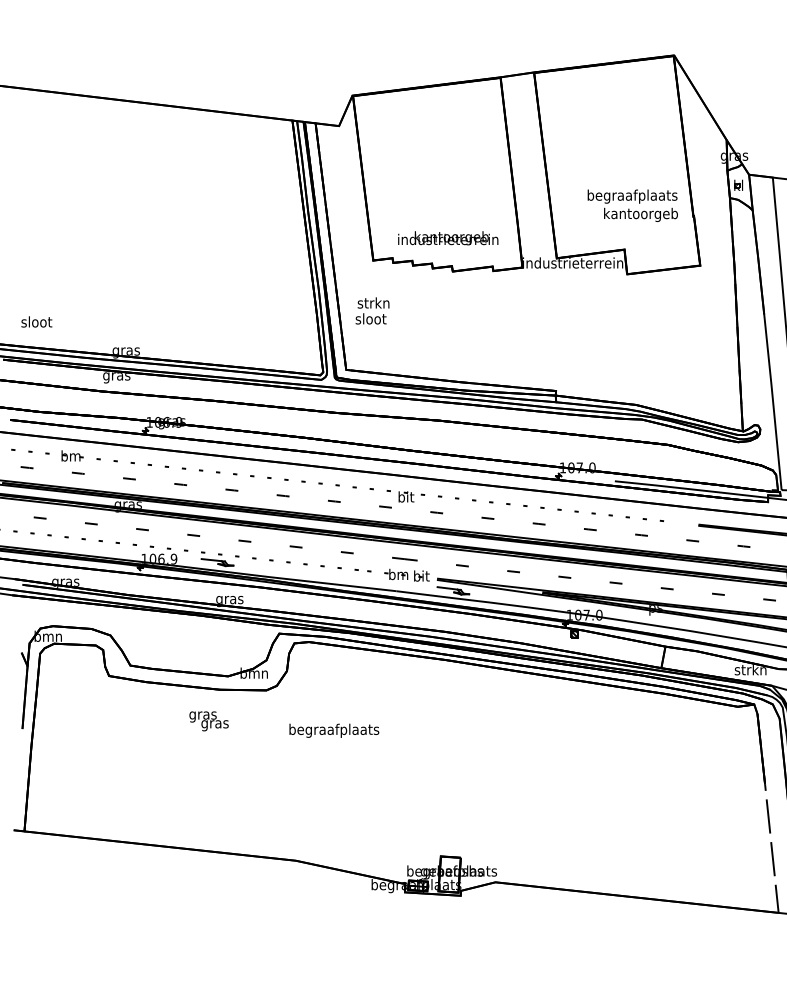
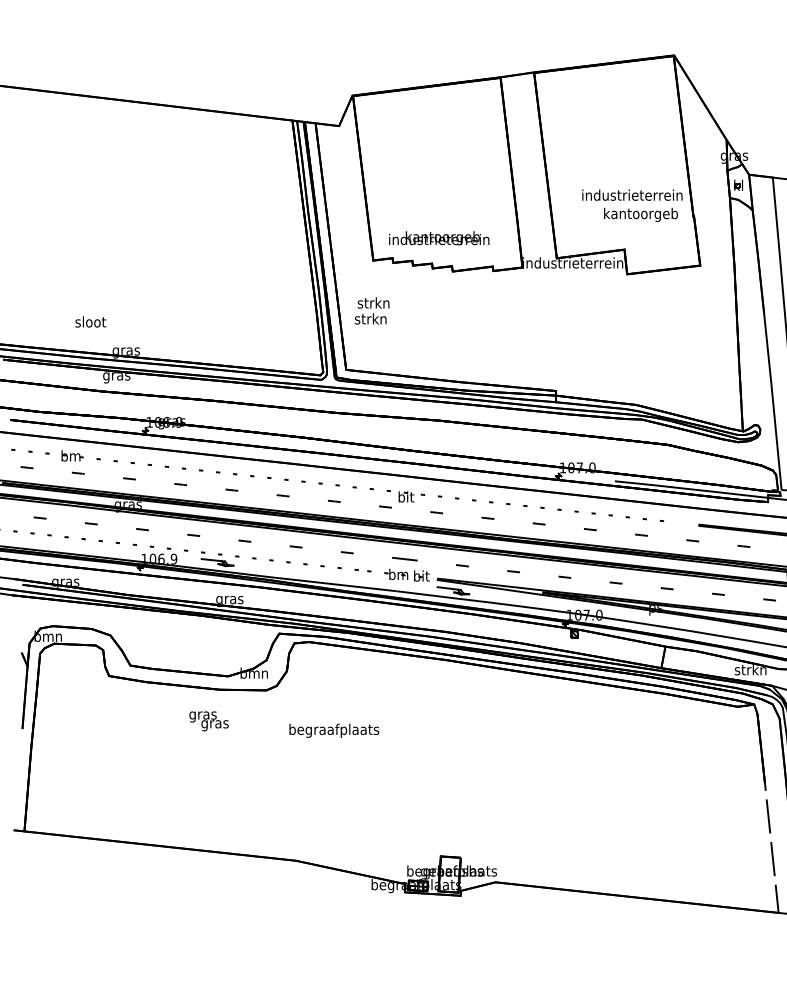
text at (632, 196): begraafplaats -> industrieterrein
text at (448, 238) position: (448, 238) -> (439, 238)
text at (370, 318): sloot -> strkn
text at (36, 321) position: (36, 321) -> (90, 321)
